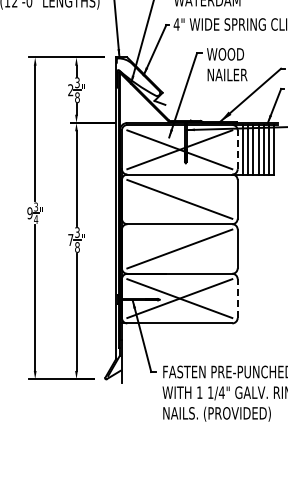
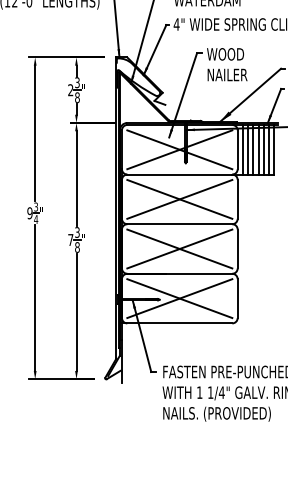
line at (237, 149): dashed -> solid
line at (179, 198): none -> present
line at (179, 248): none -> present
line at (237, 298): dashed -> solid
